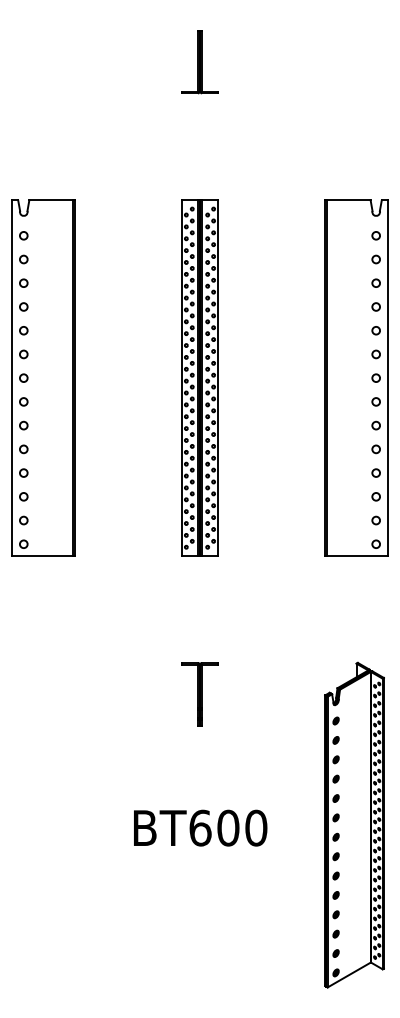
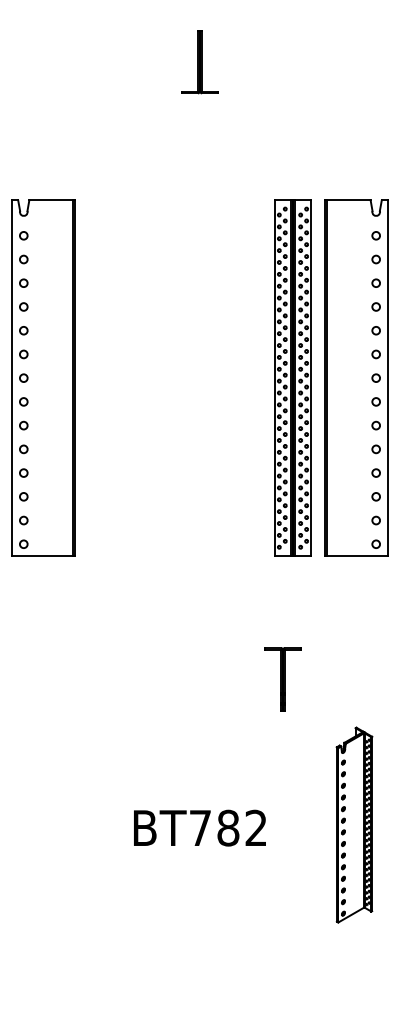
part at (199, 377) position: (199, 377) -> (292, 377)
part at (199, 694) position: (199, 694) -> (282, 679)
part at (354, 824) size: 61x328 px -> 39x198 px
text at (228, 827): BT600 -> BT782
